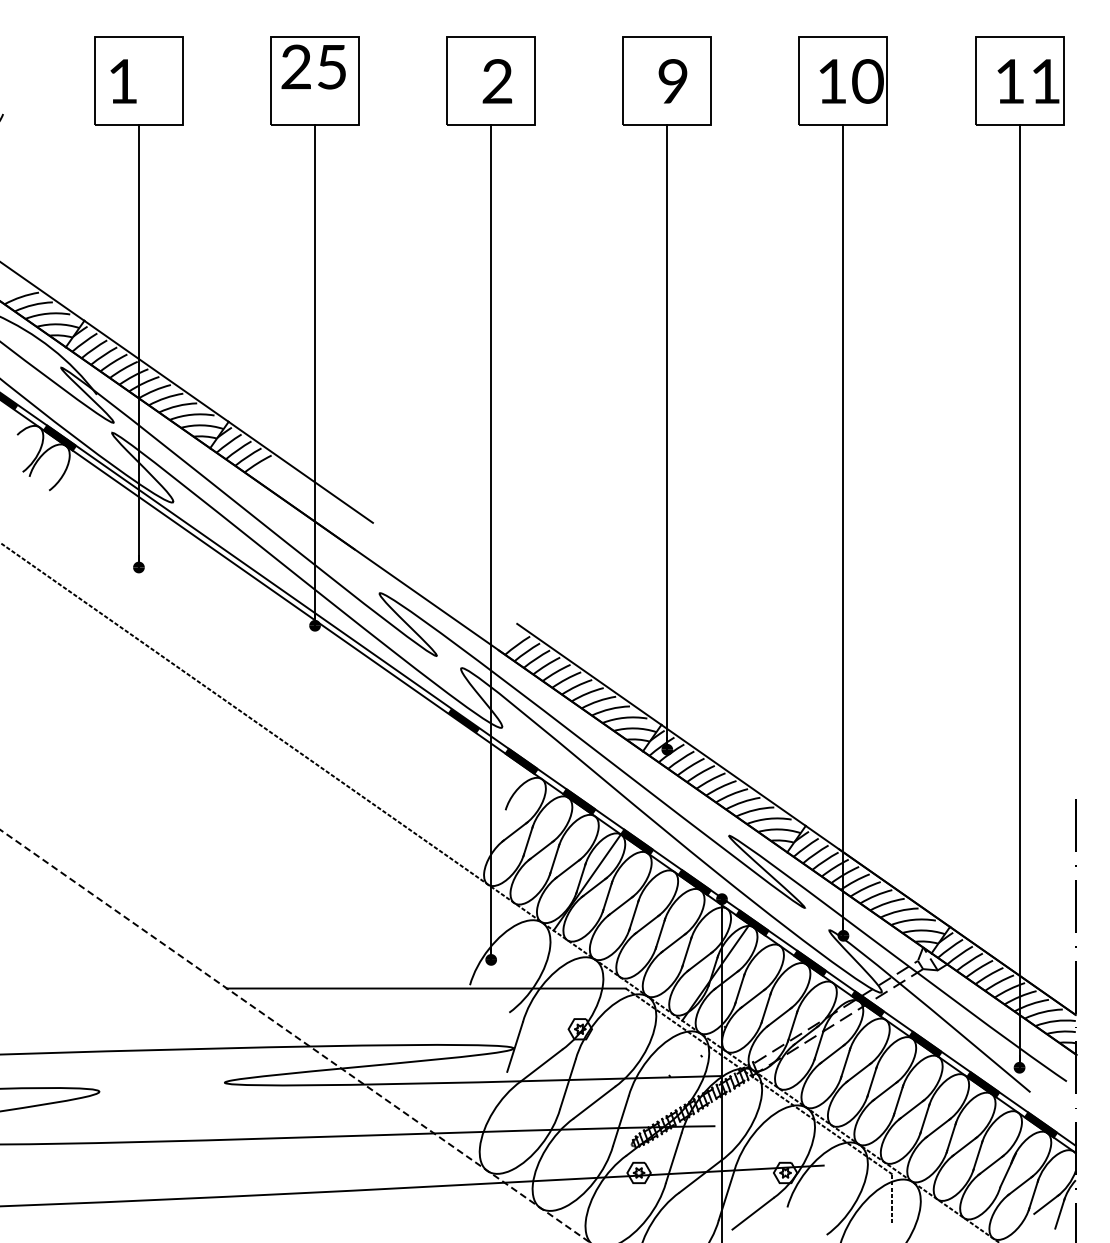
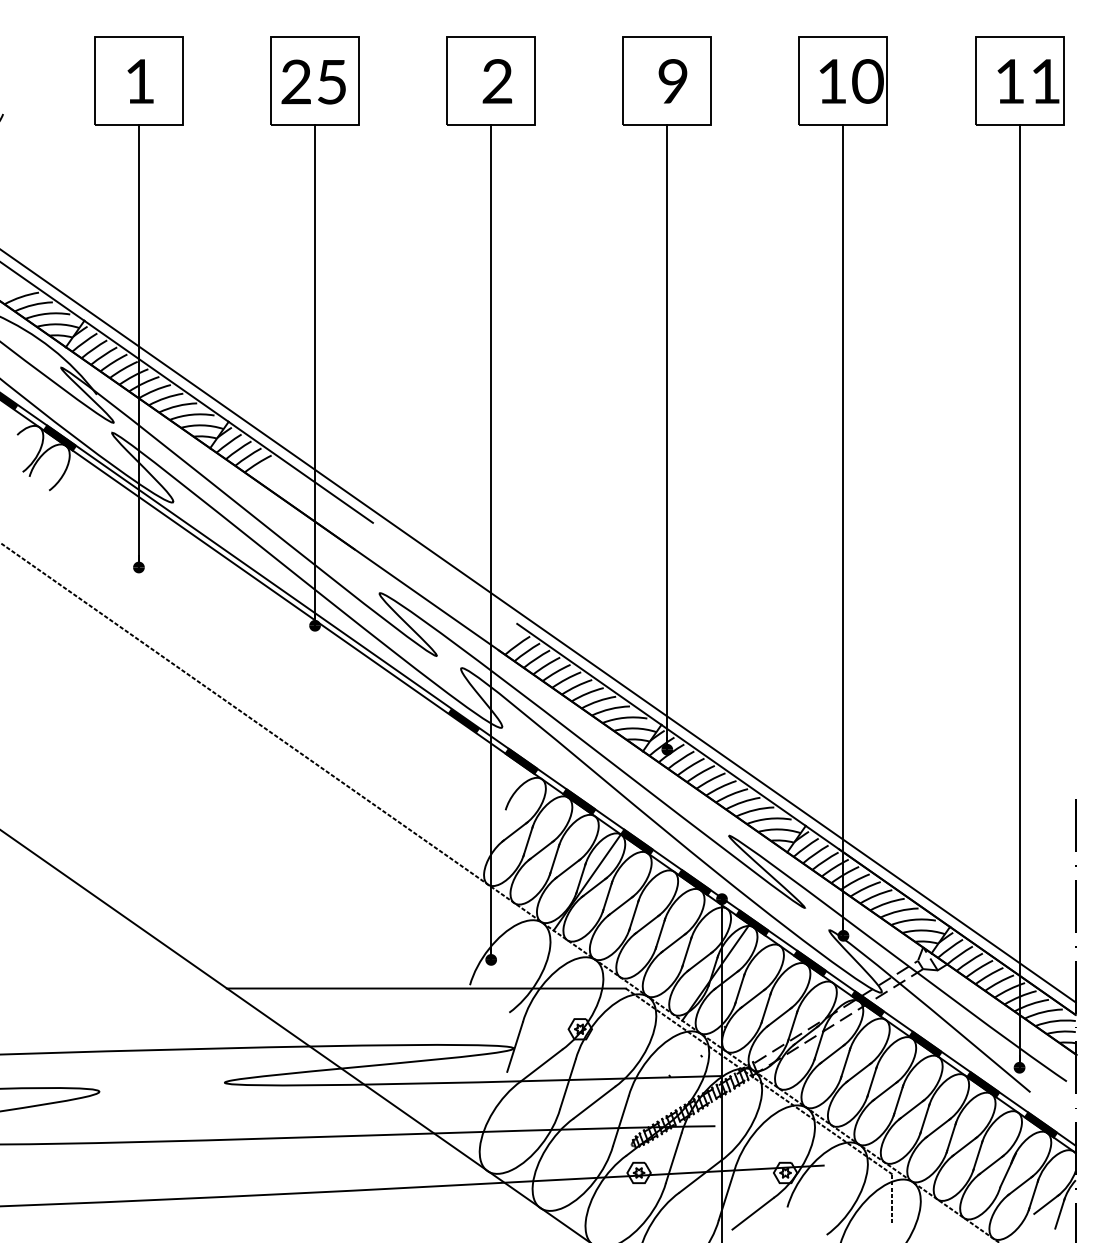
text at (313, 66) position: (313, 66) -> (313, 81)
text at (123, 81) position: (123, 81) -> (140, 81)
line at (538, 626): none -> present
line at (295, 1036): dashed -> solid
